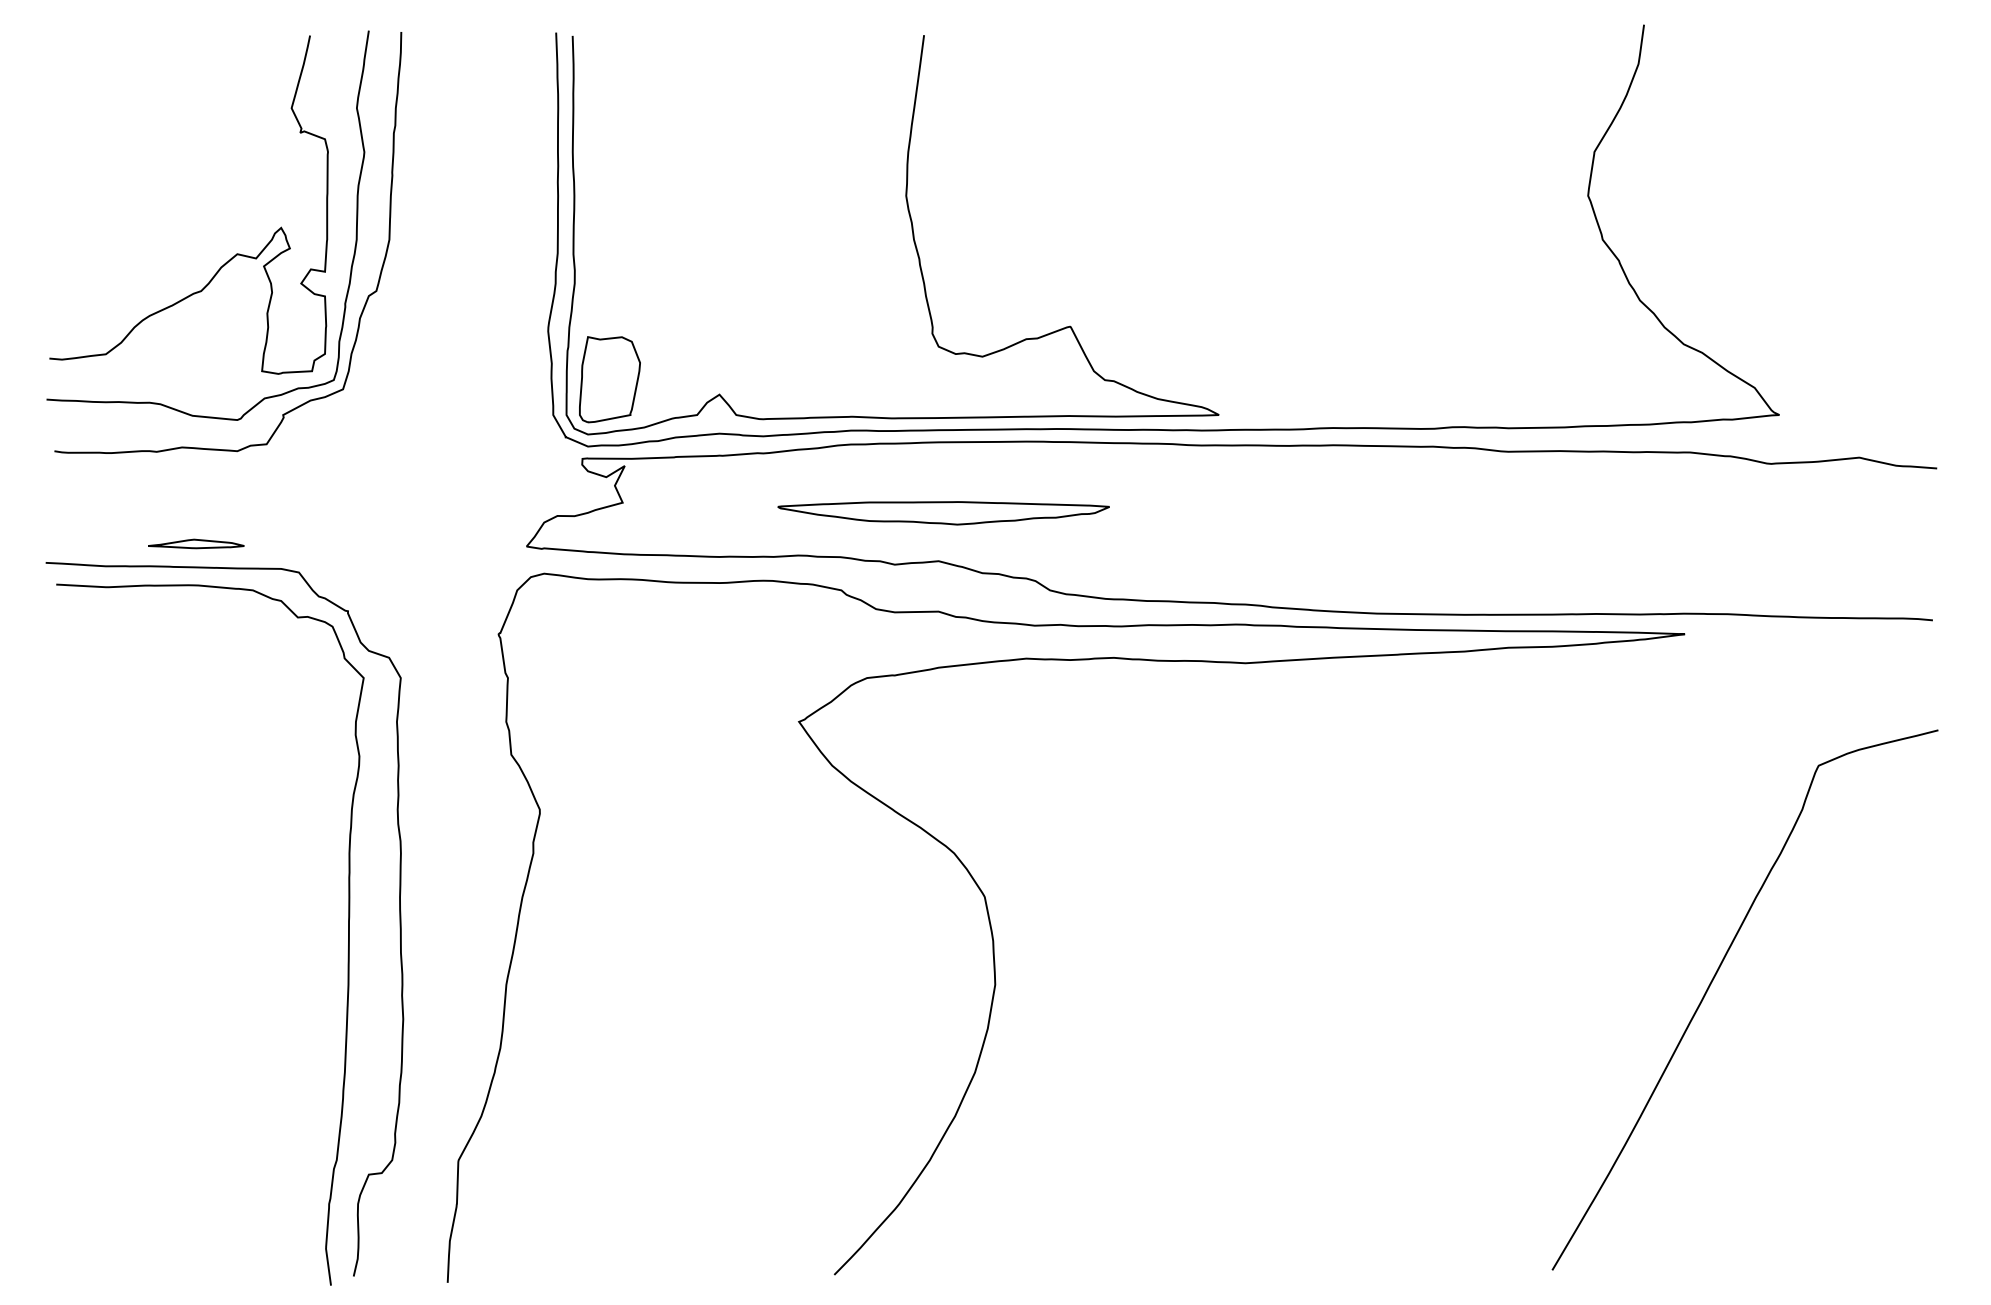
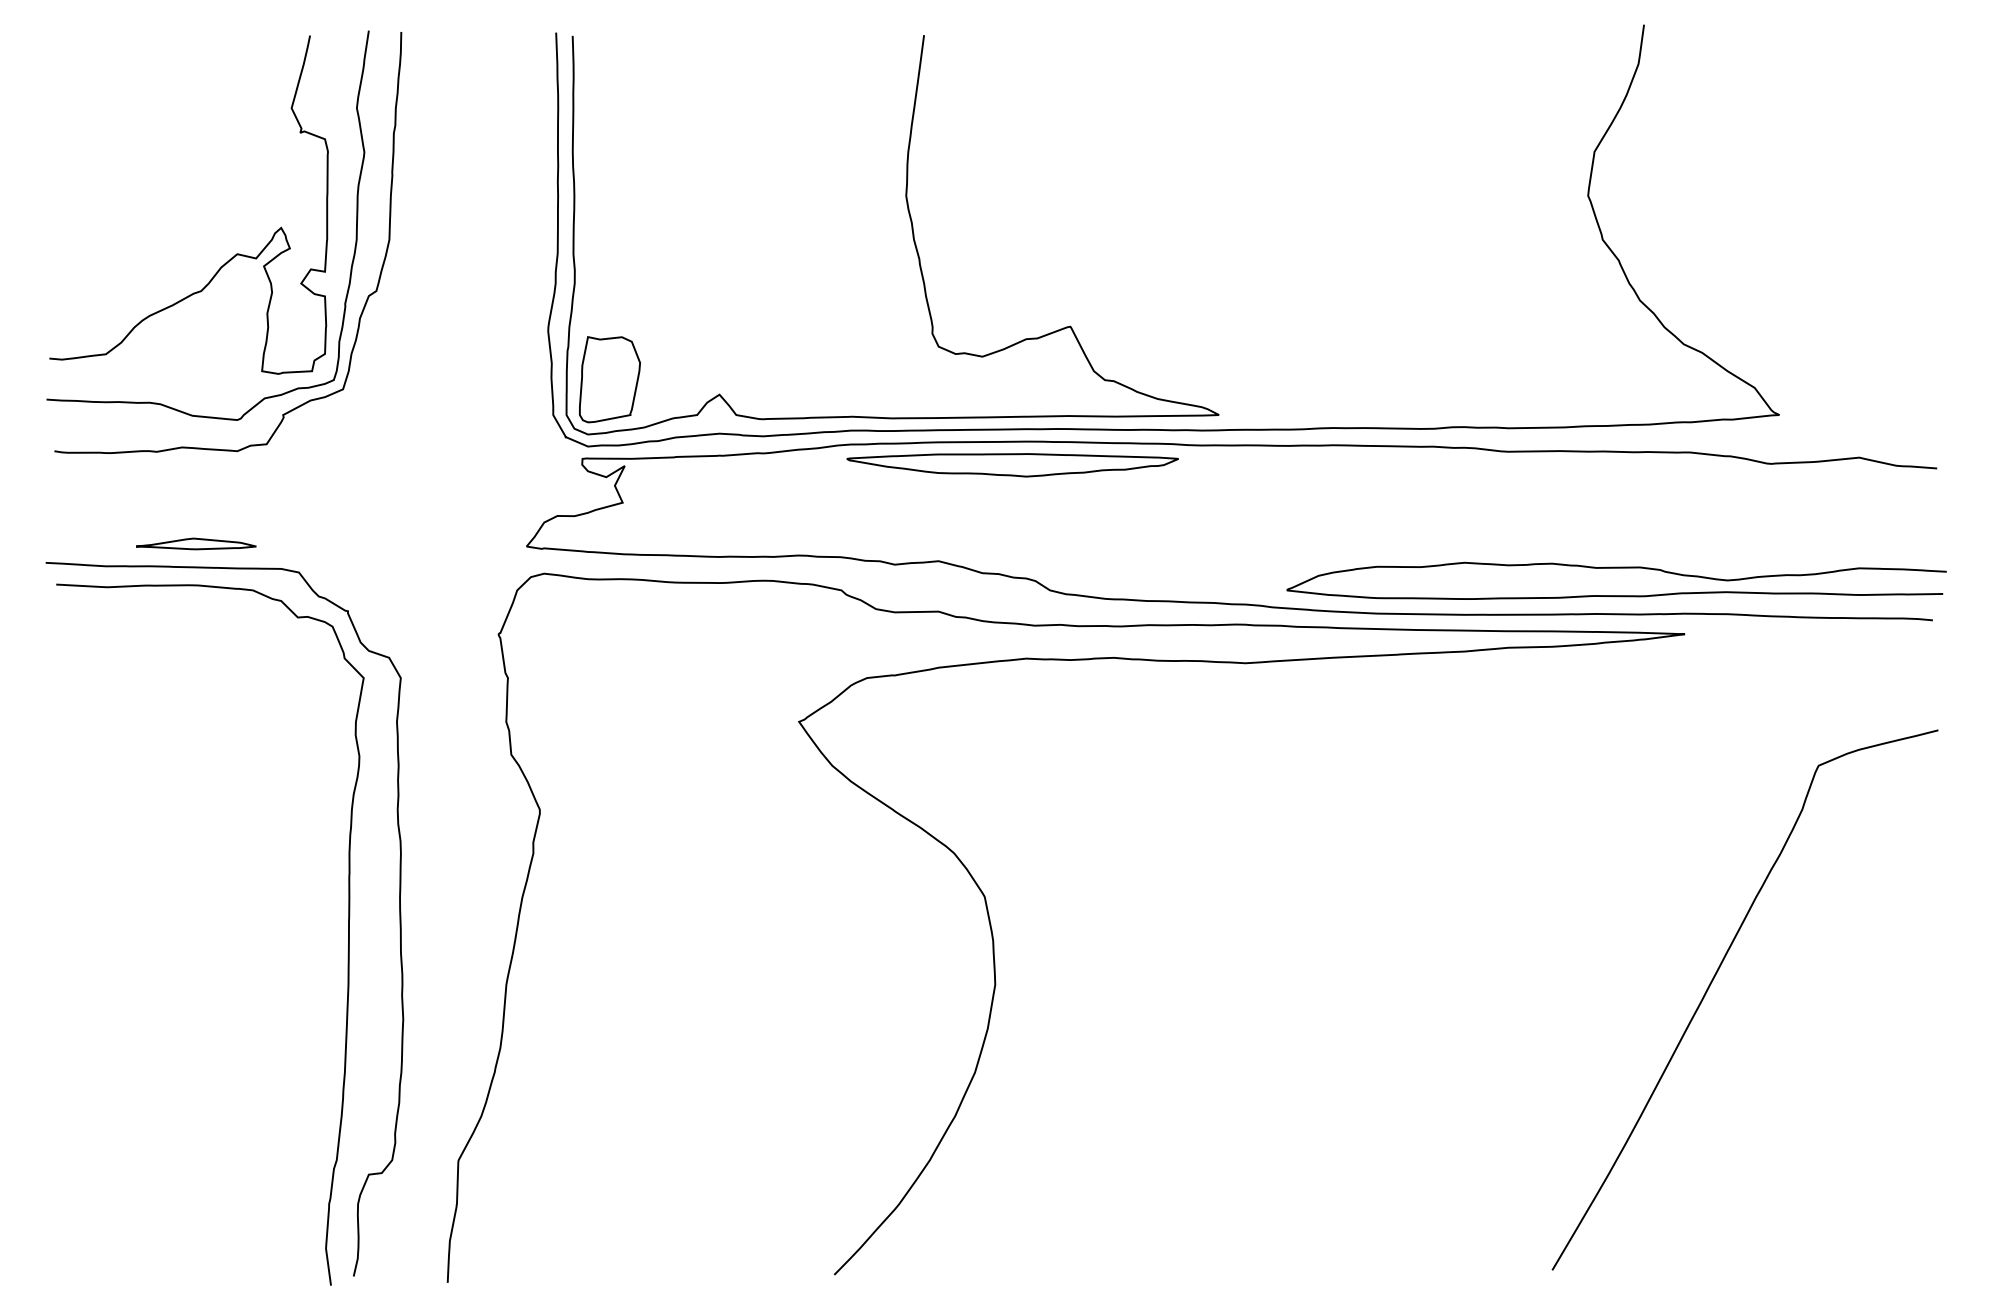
part at (943, 513) position: (943, 513) -> (1012, 465)
part at (196, 543) size: 97x12 px -> 121x14 px
curve at (1616, 568): none -> present
